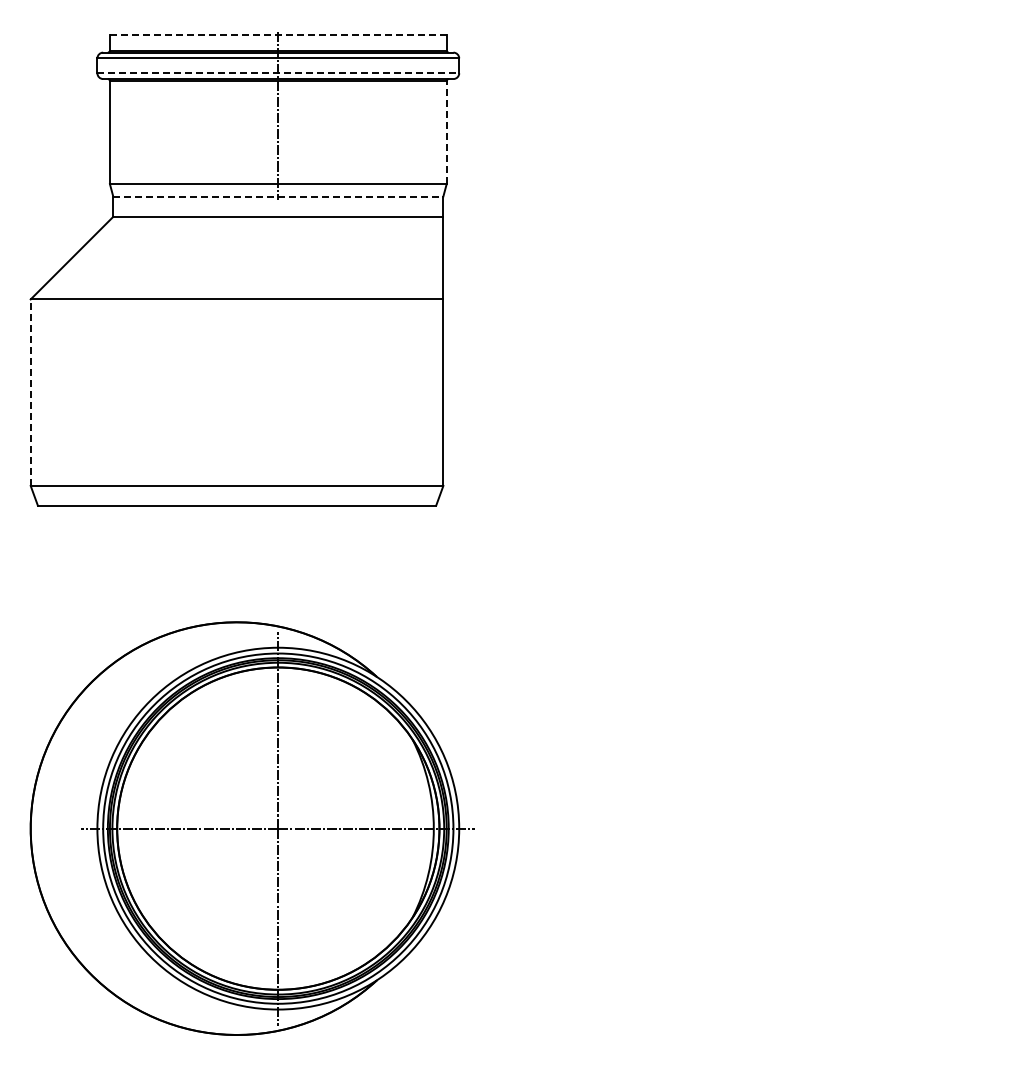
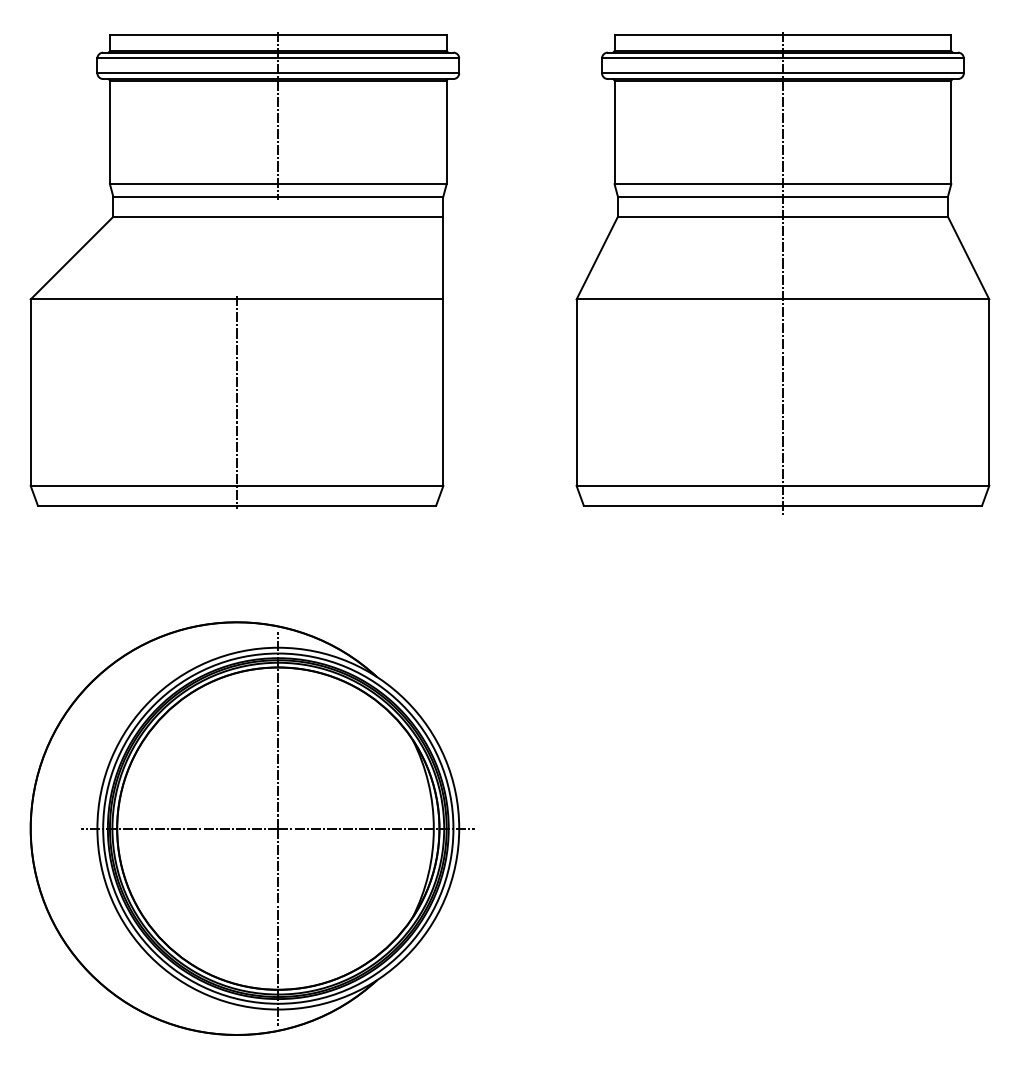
line at (278, 35): dashed -> solid
line at (278, 73): dashed -> solid
line at (446, 132): dashed -> solid
line at (278, 196): dashed -> solid
part at (782, 273): none -> present
line at (30, 392): dashed -> solid
line at (237, 402): none -> present
